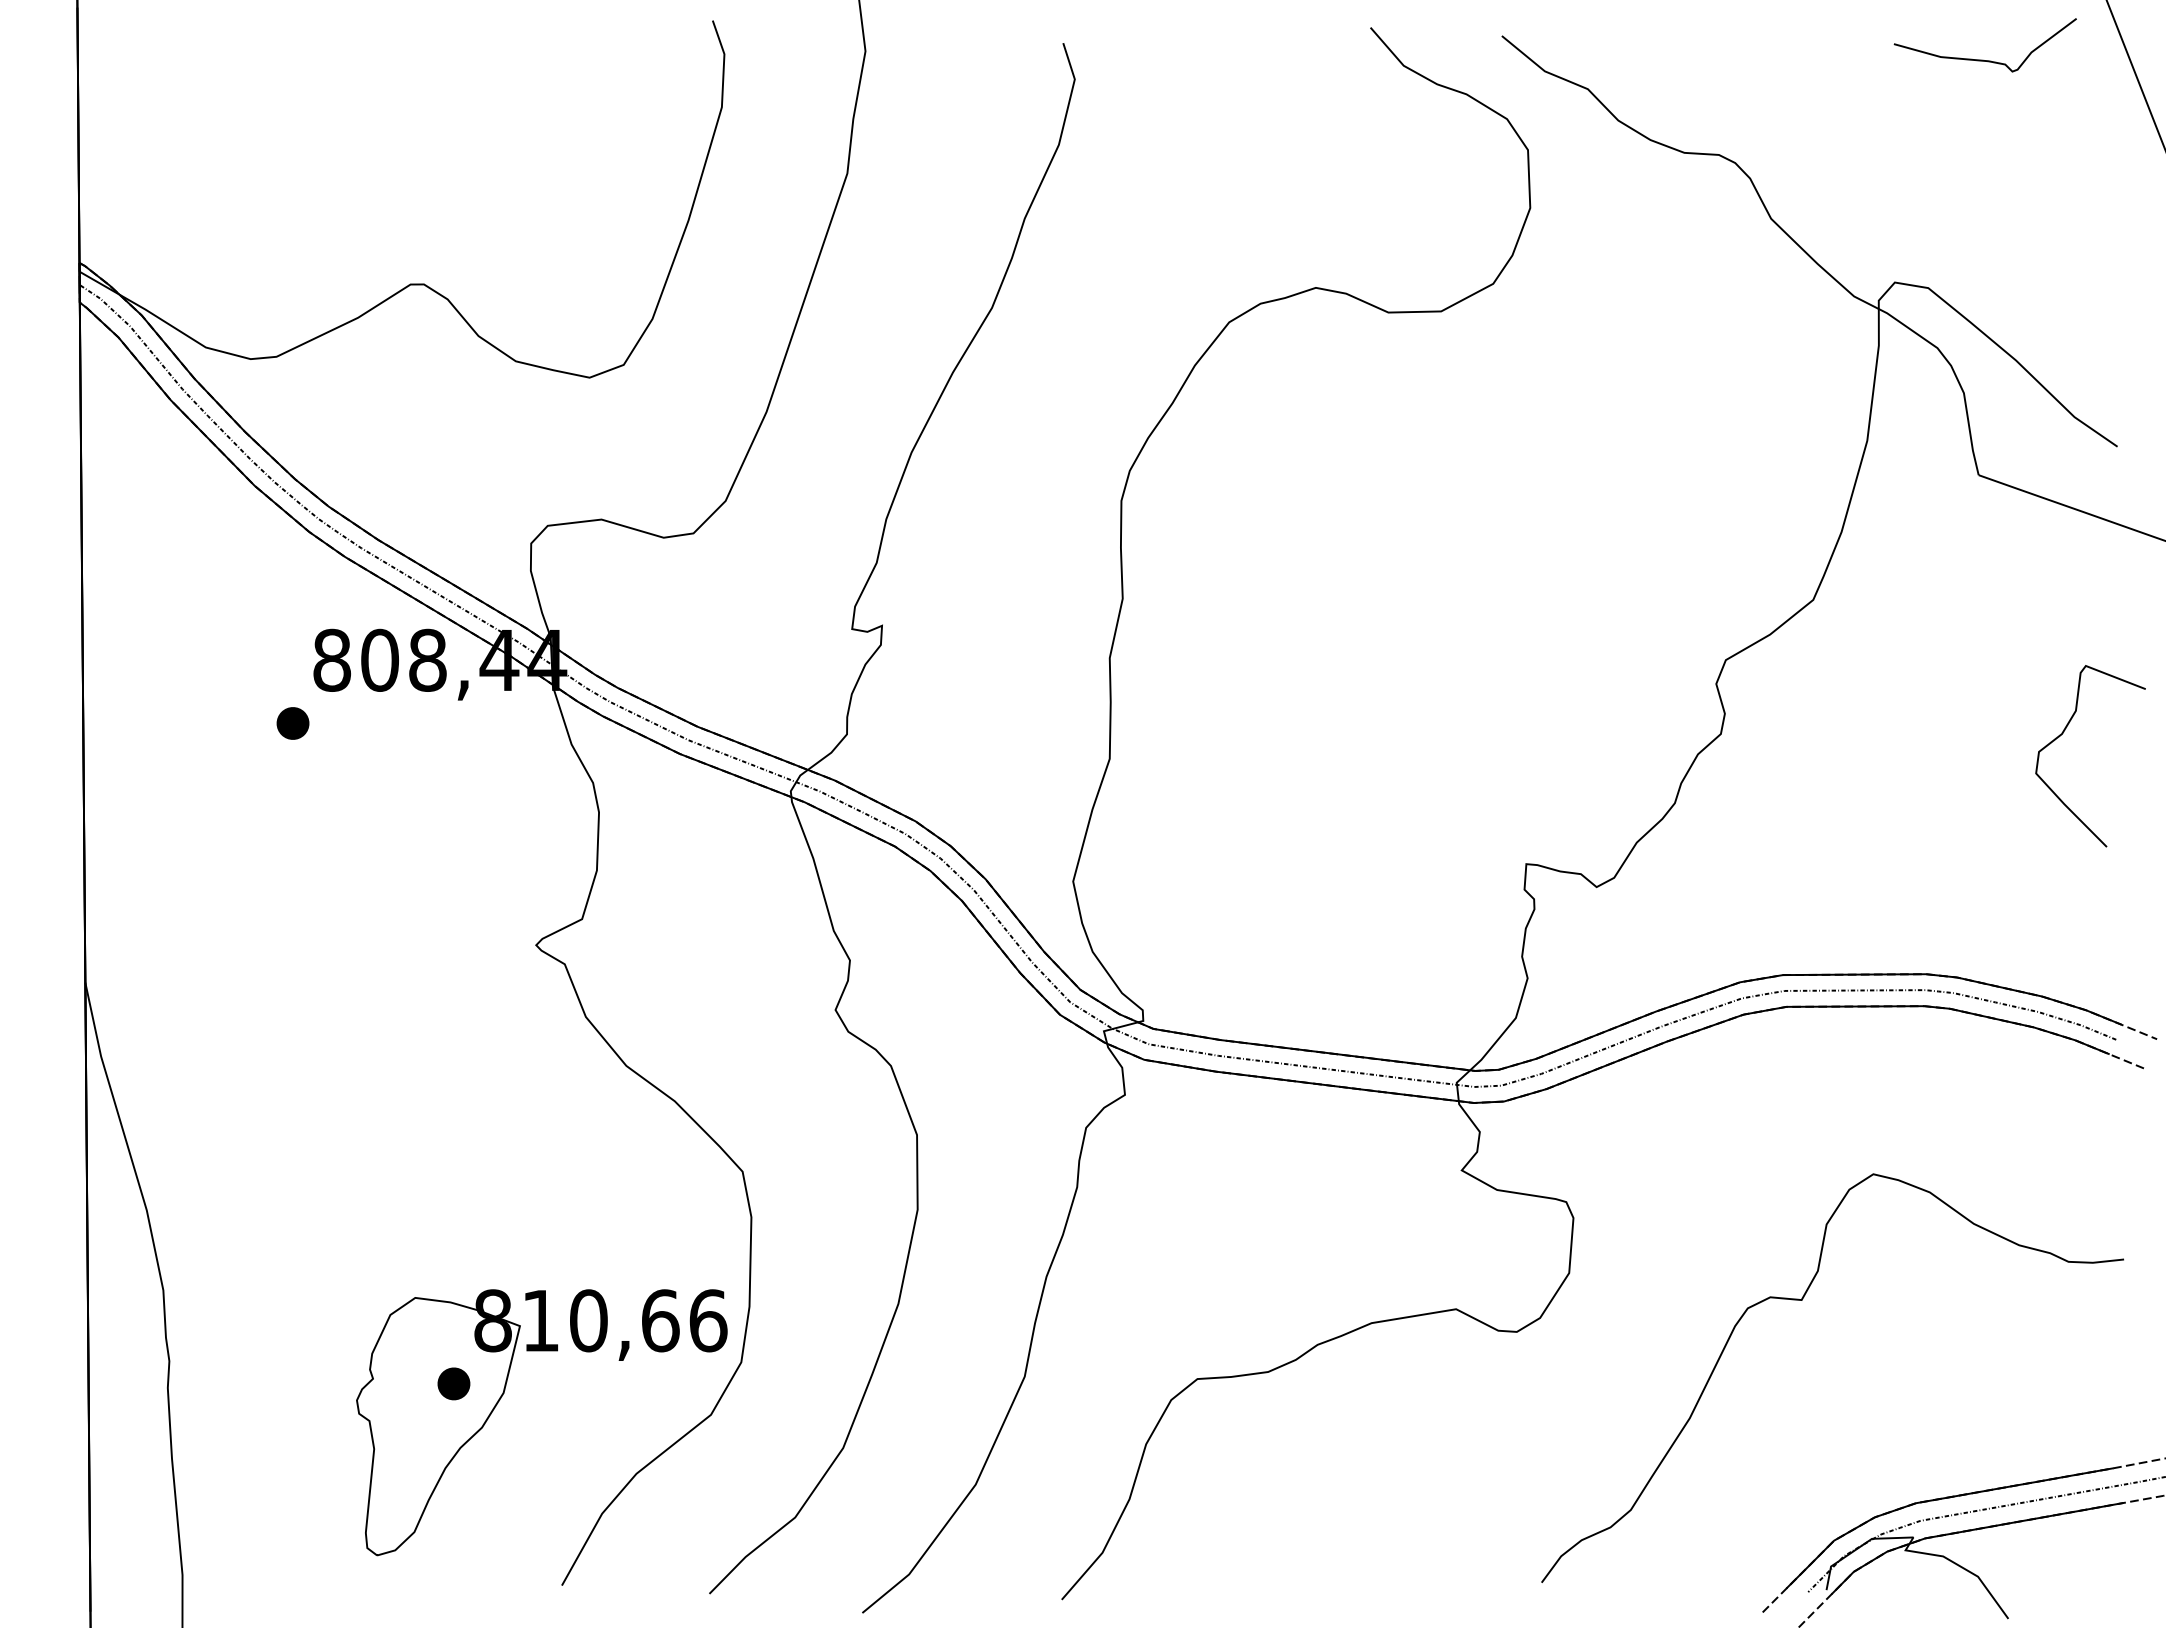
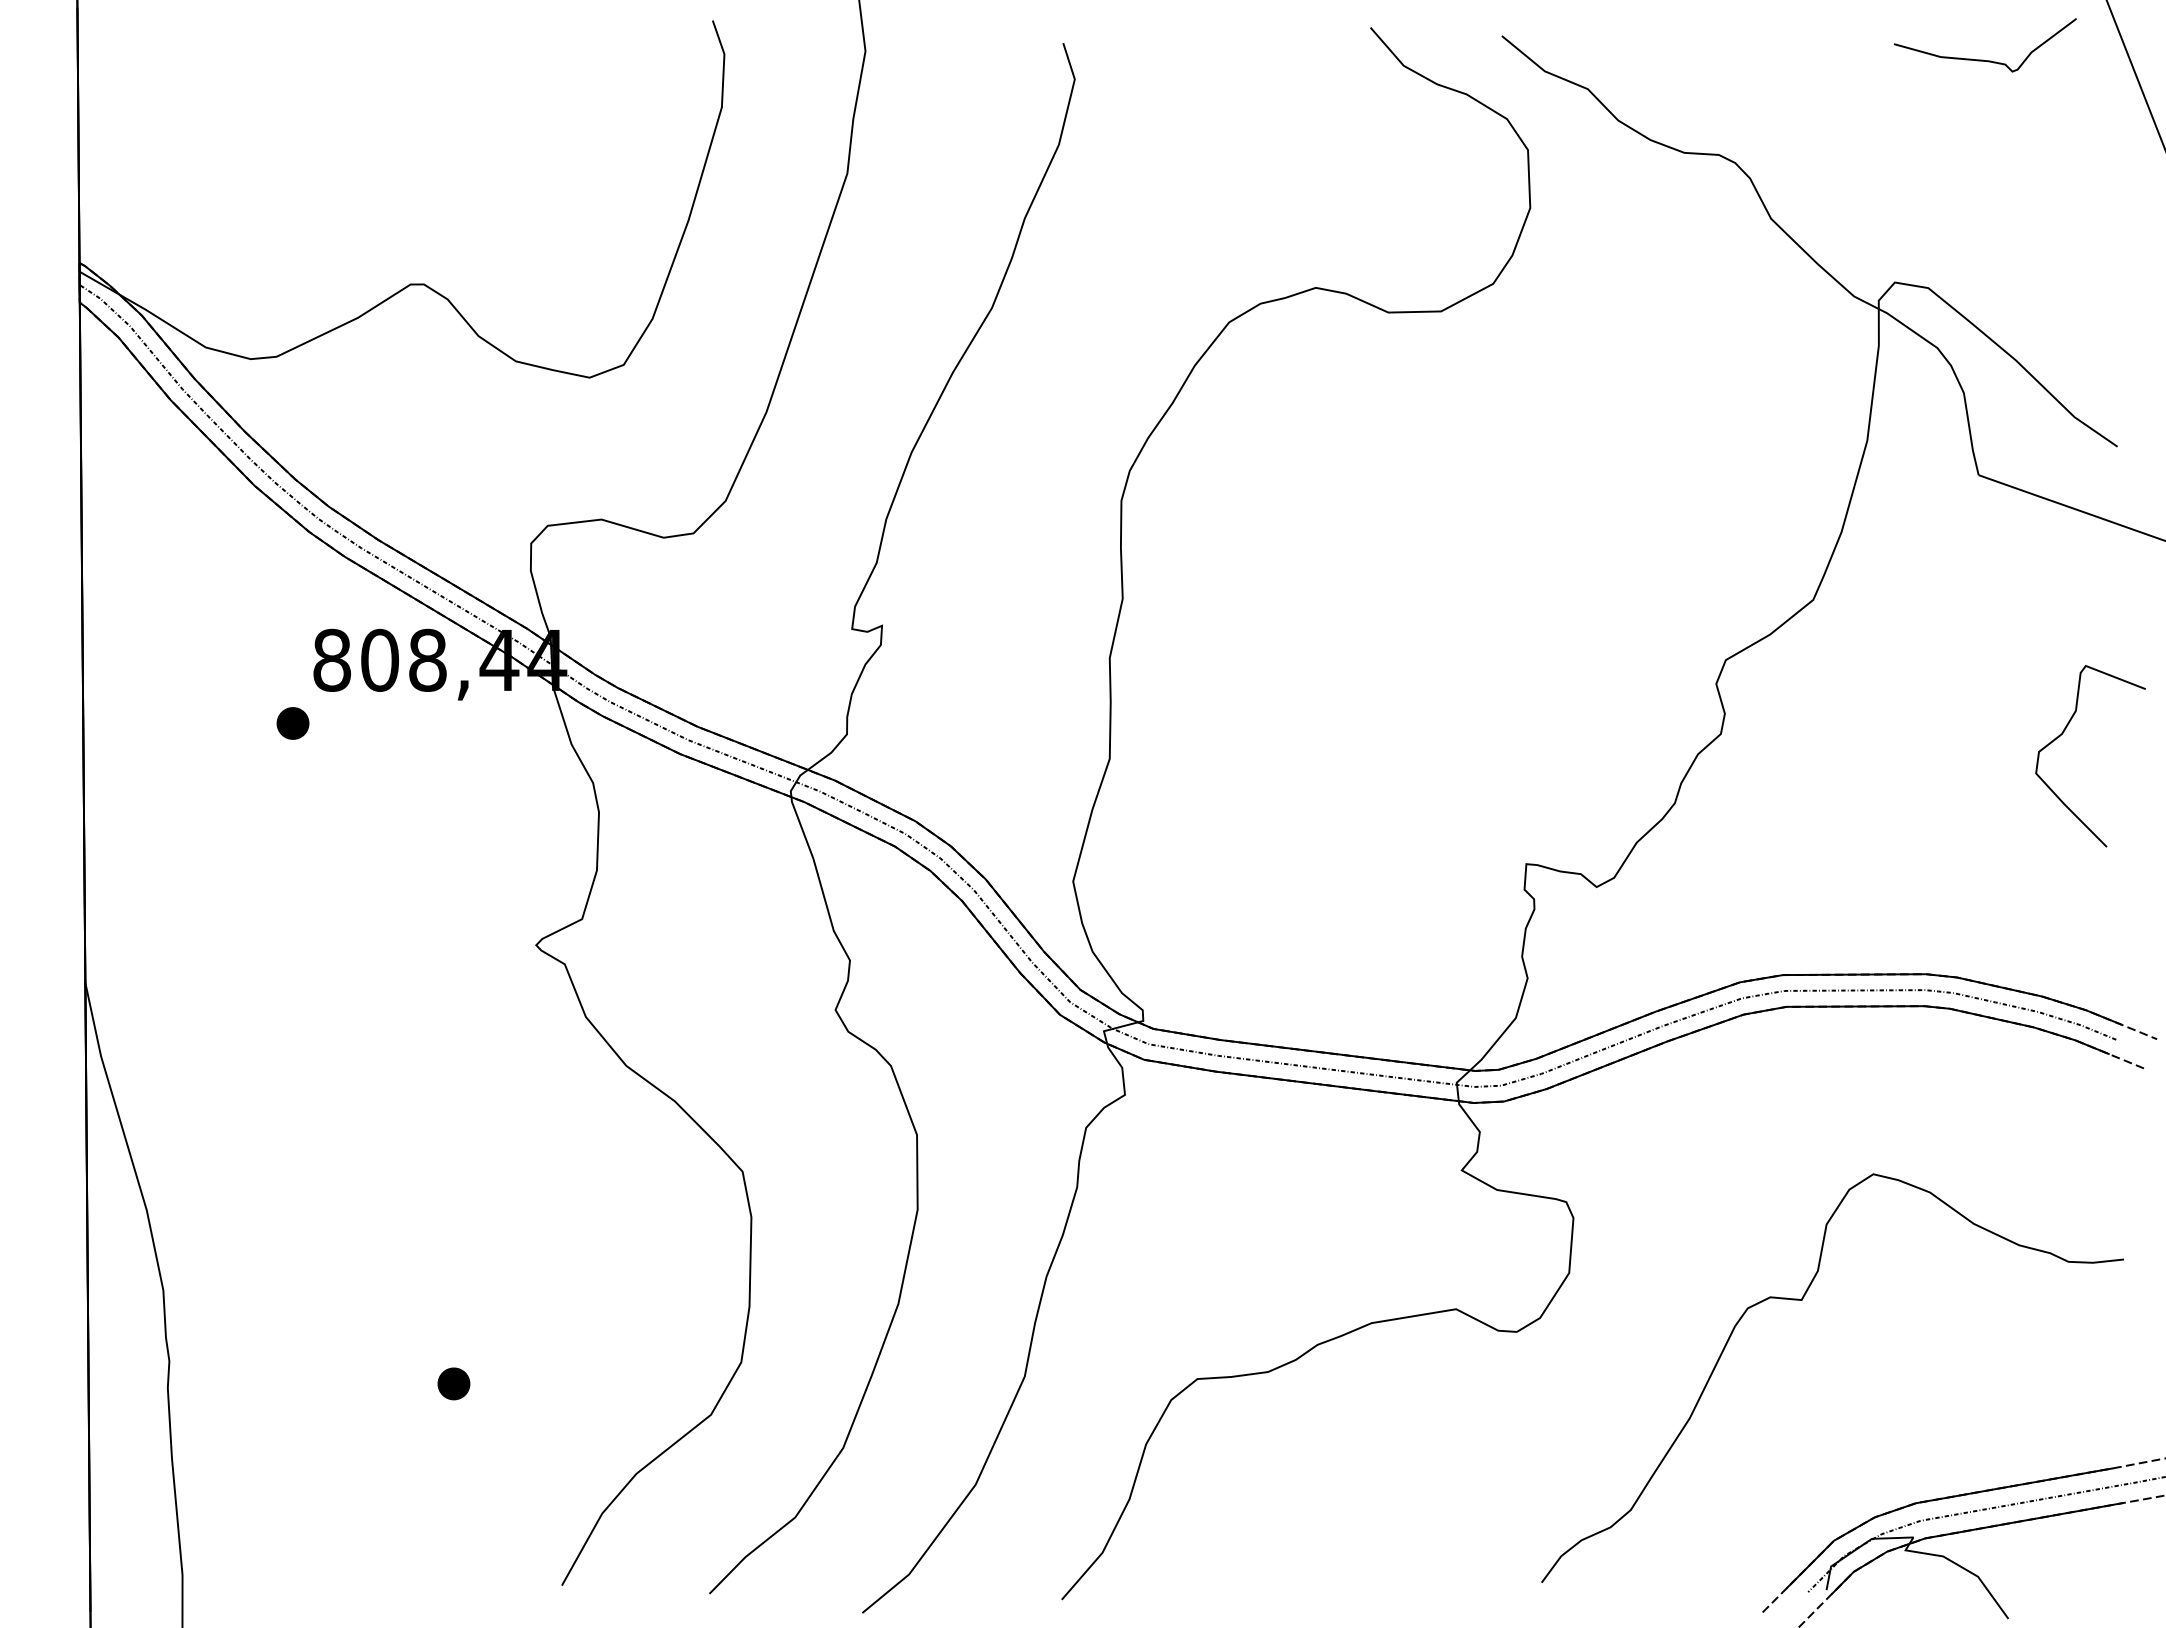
part at (503, 1395): present -> none
